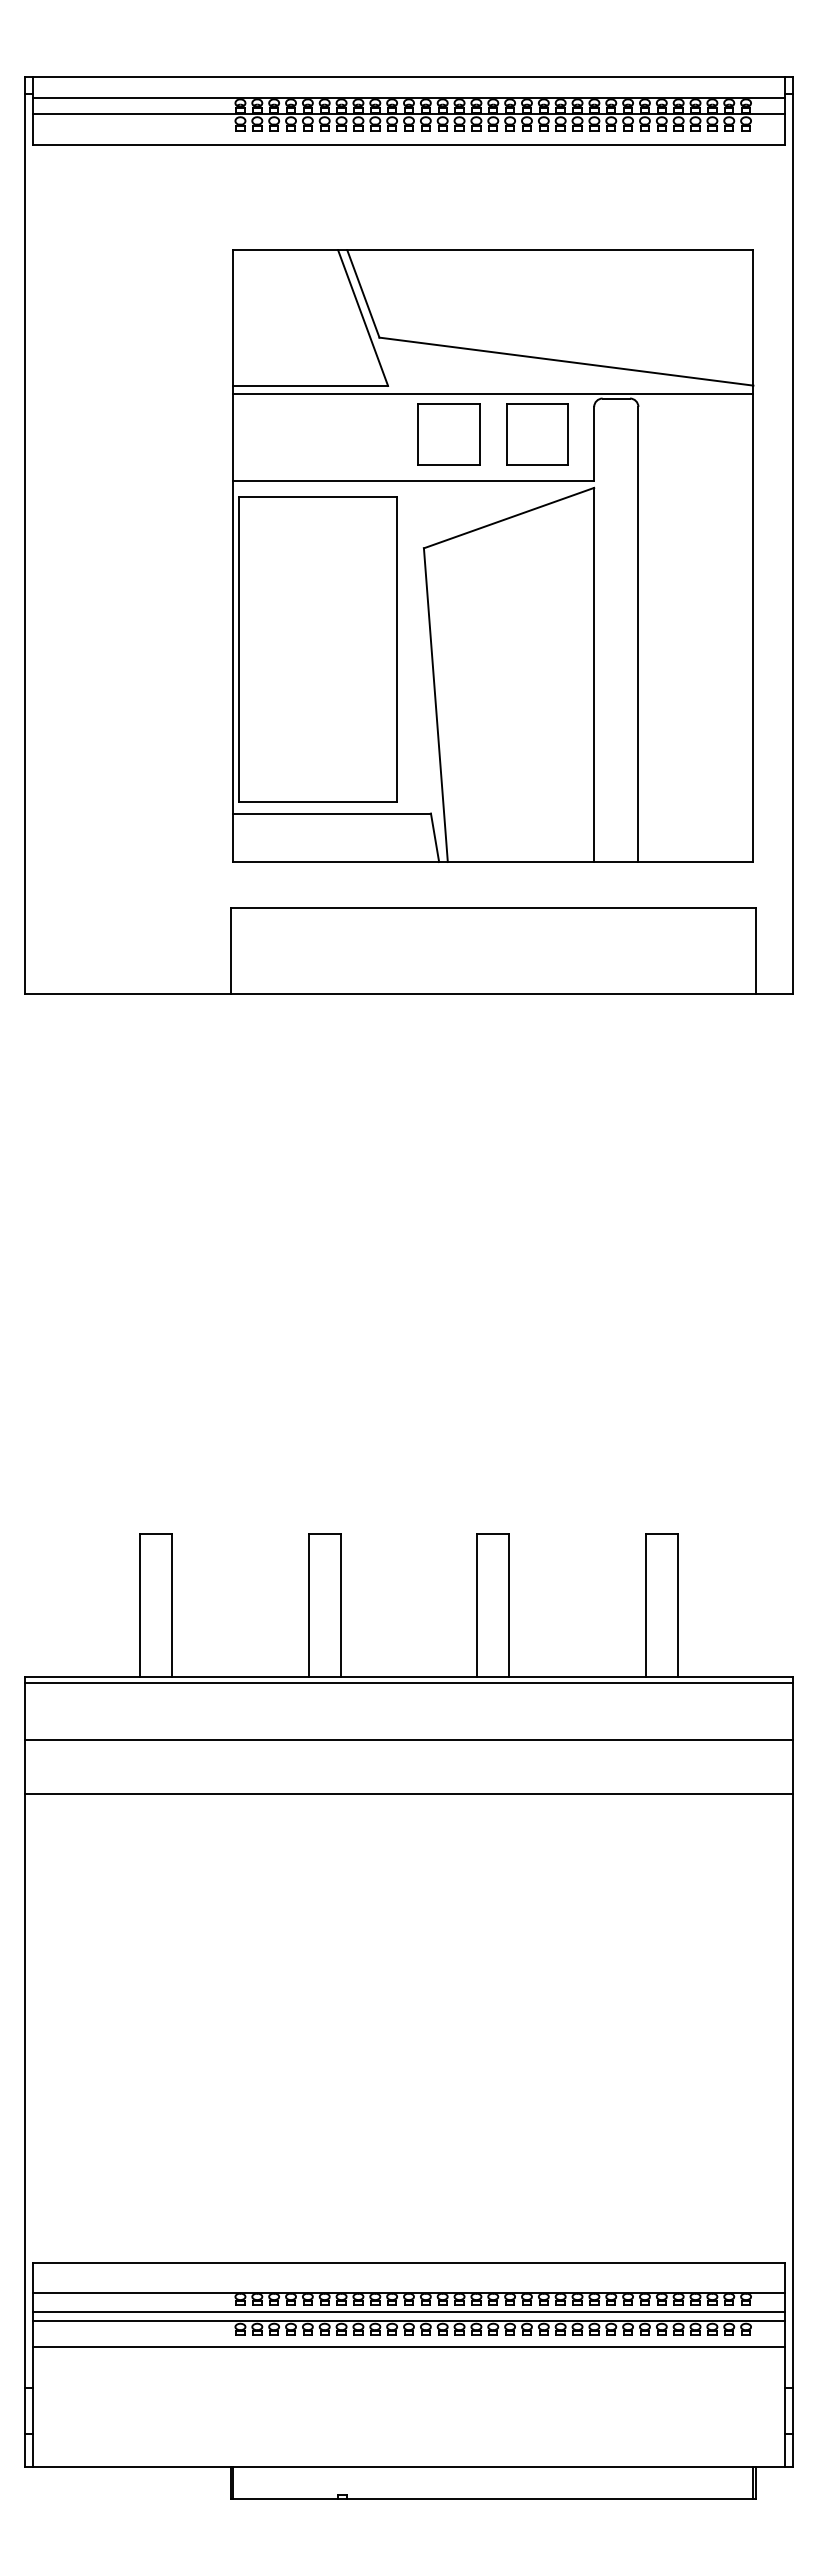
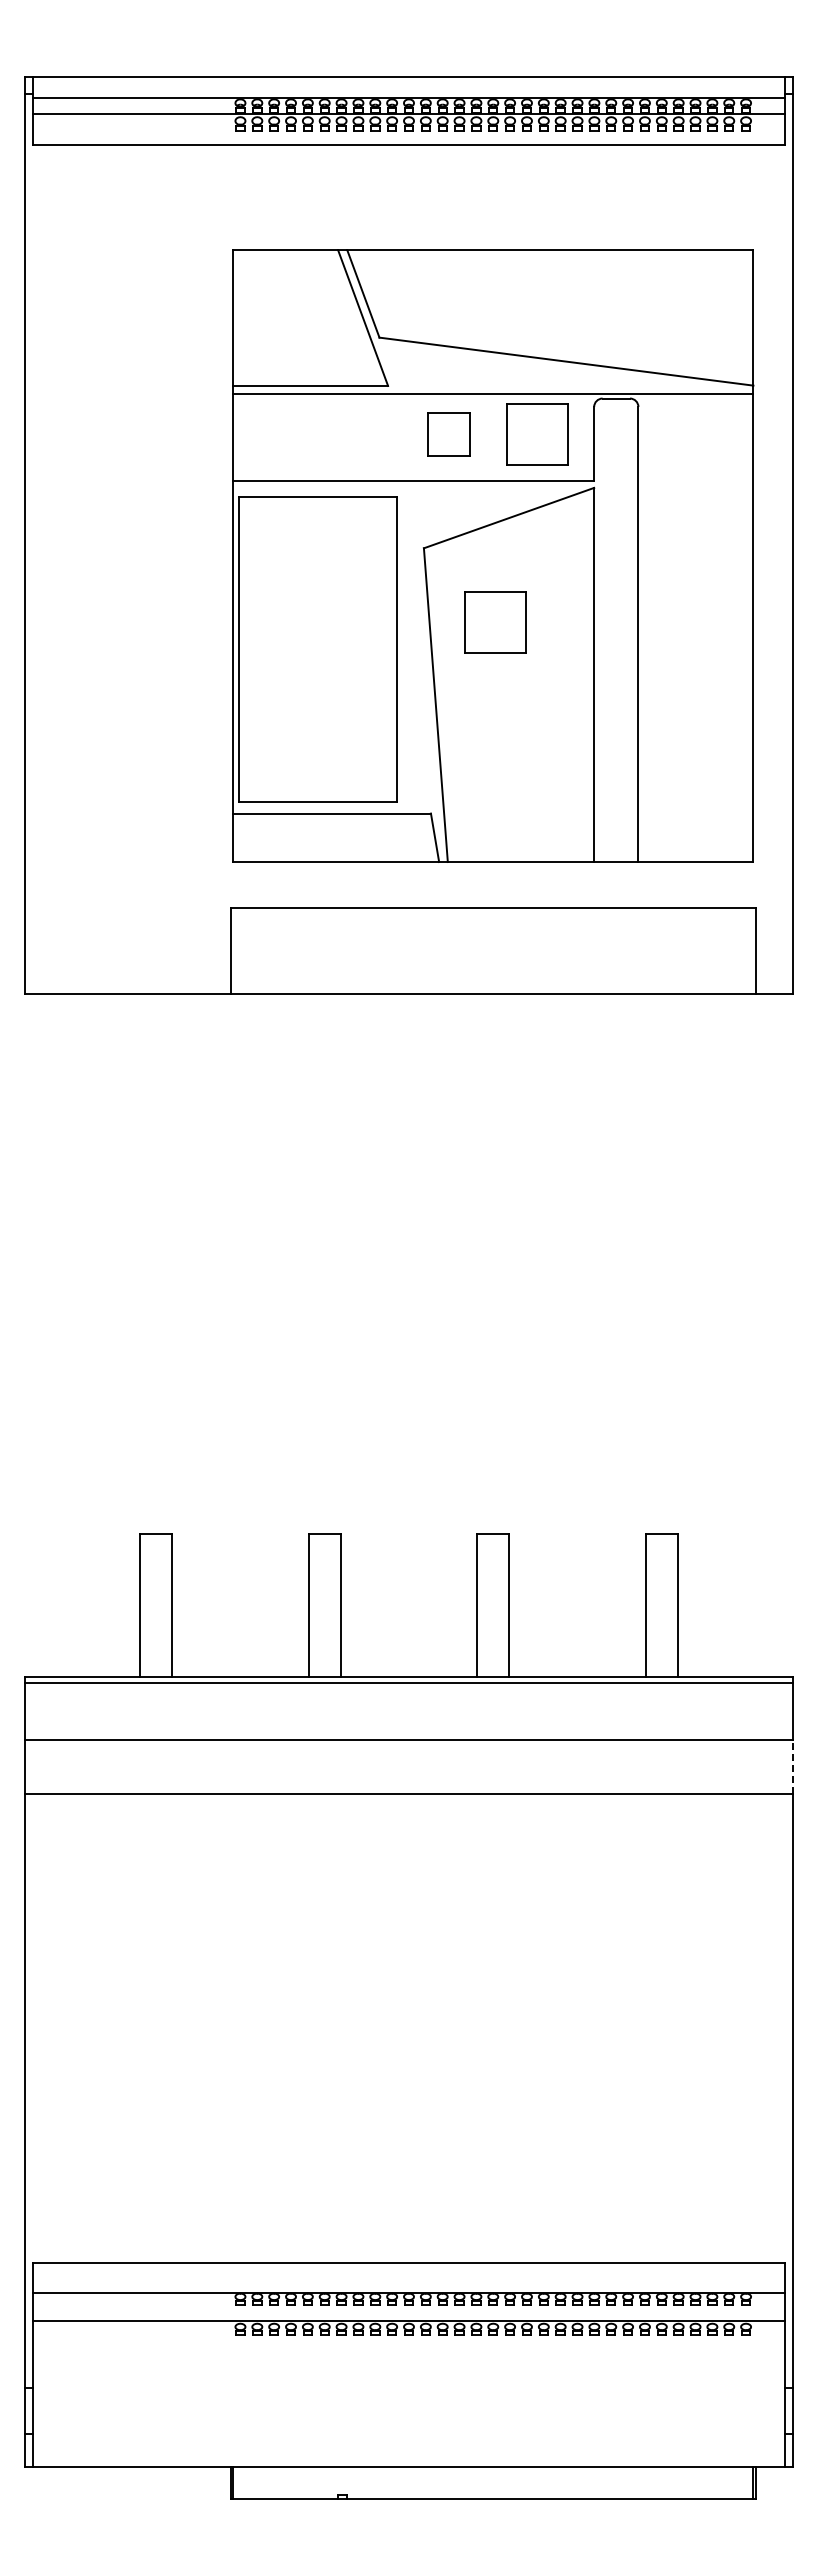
part at (448, 434) size: 64x63 px -> 44x45 px
part at (495, 622): none -> present
line at (793, 1766): solid -> dashed
line at (408, 2312): present -> none
line at (408, 2347): present -> none
